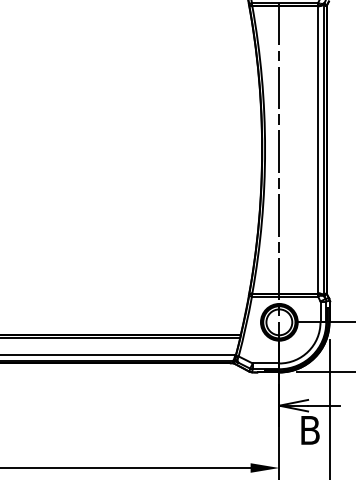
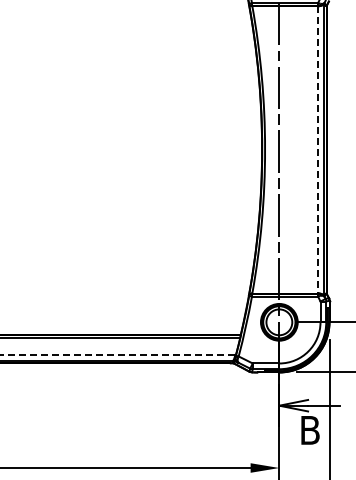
line at (317, 149): solid -> dashed
line at (117, 355): solid -> dashed
